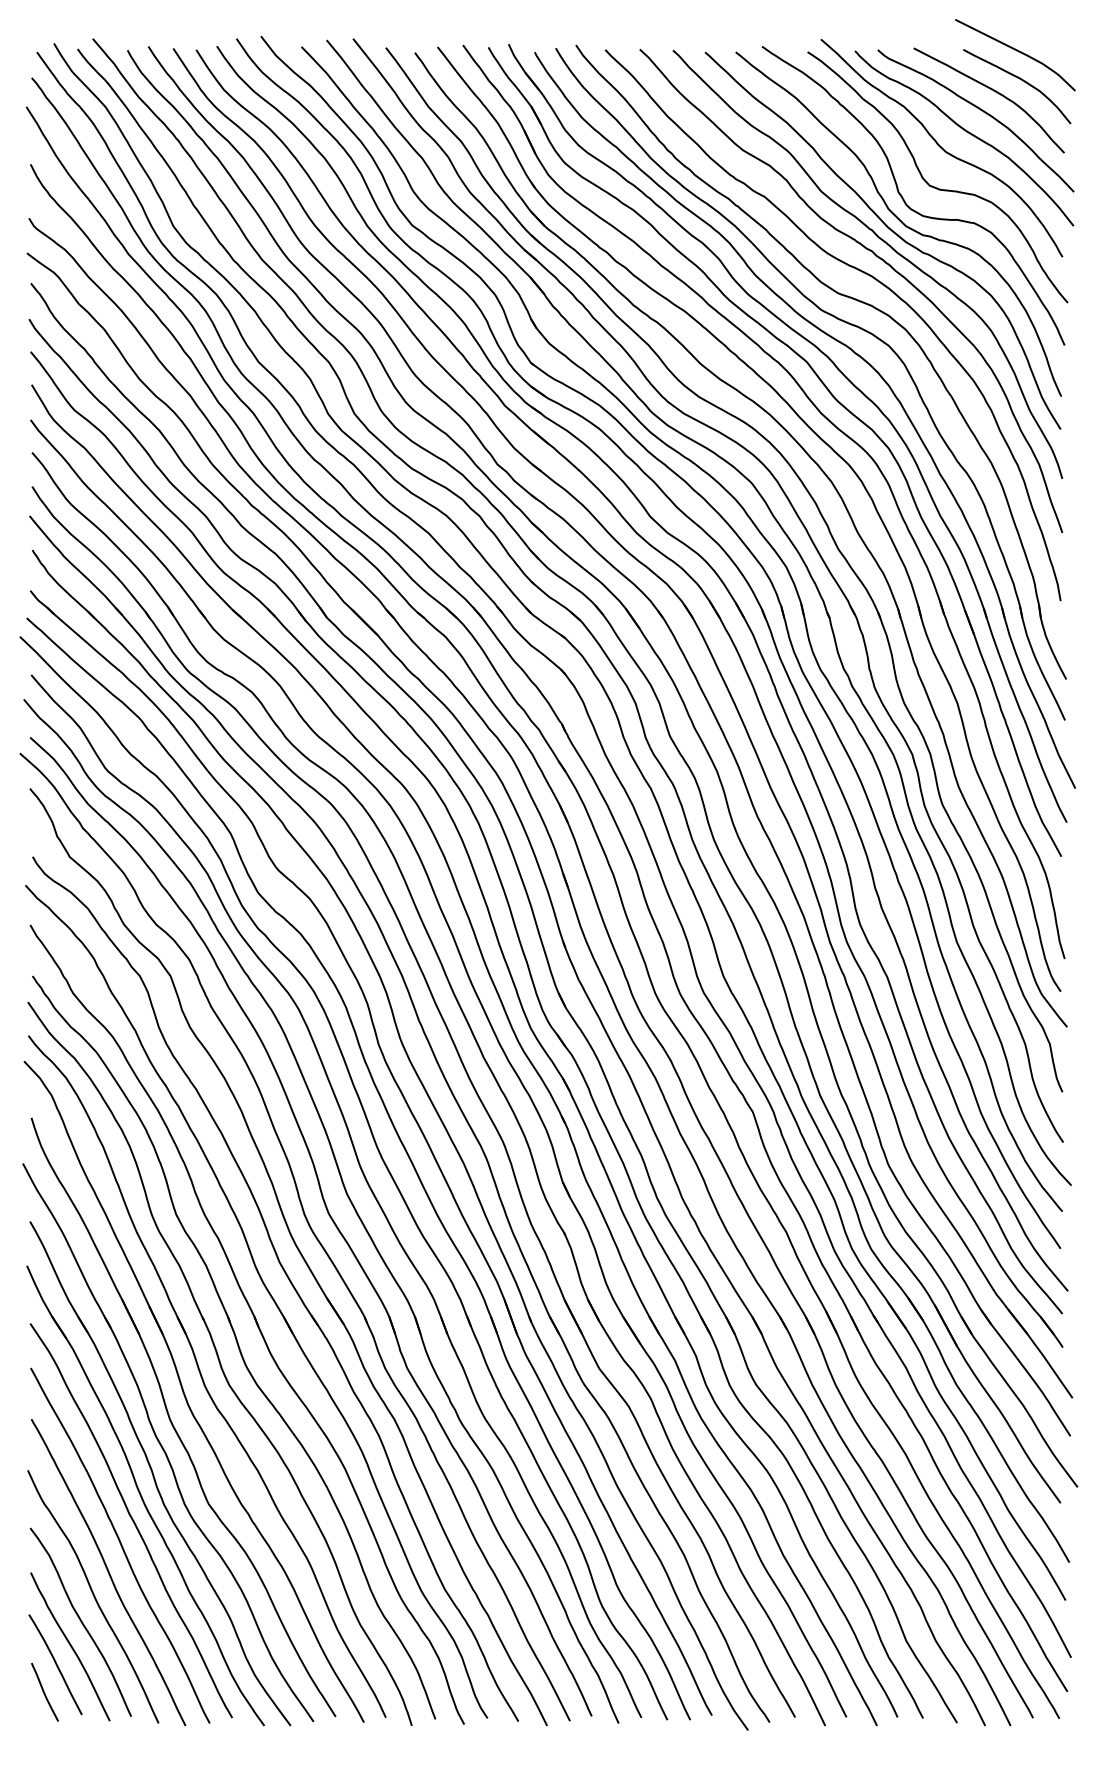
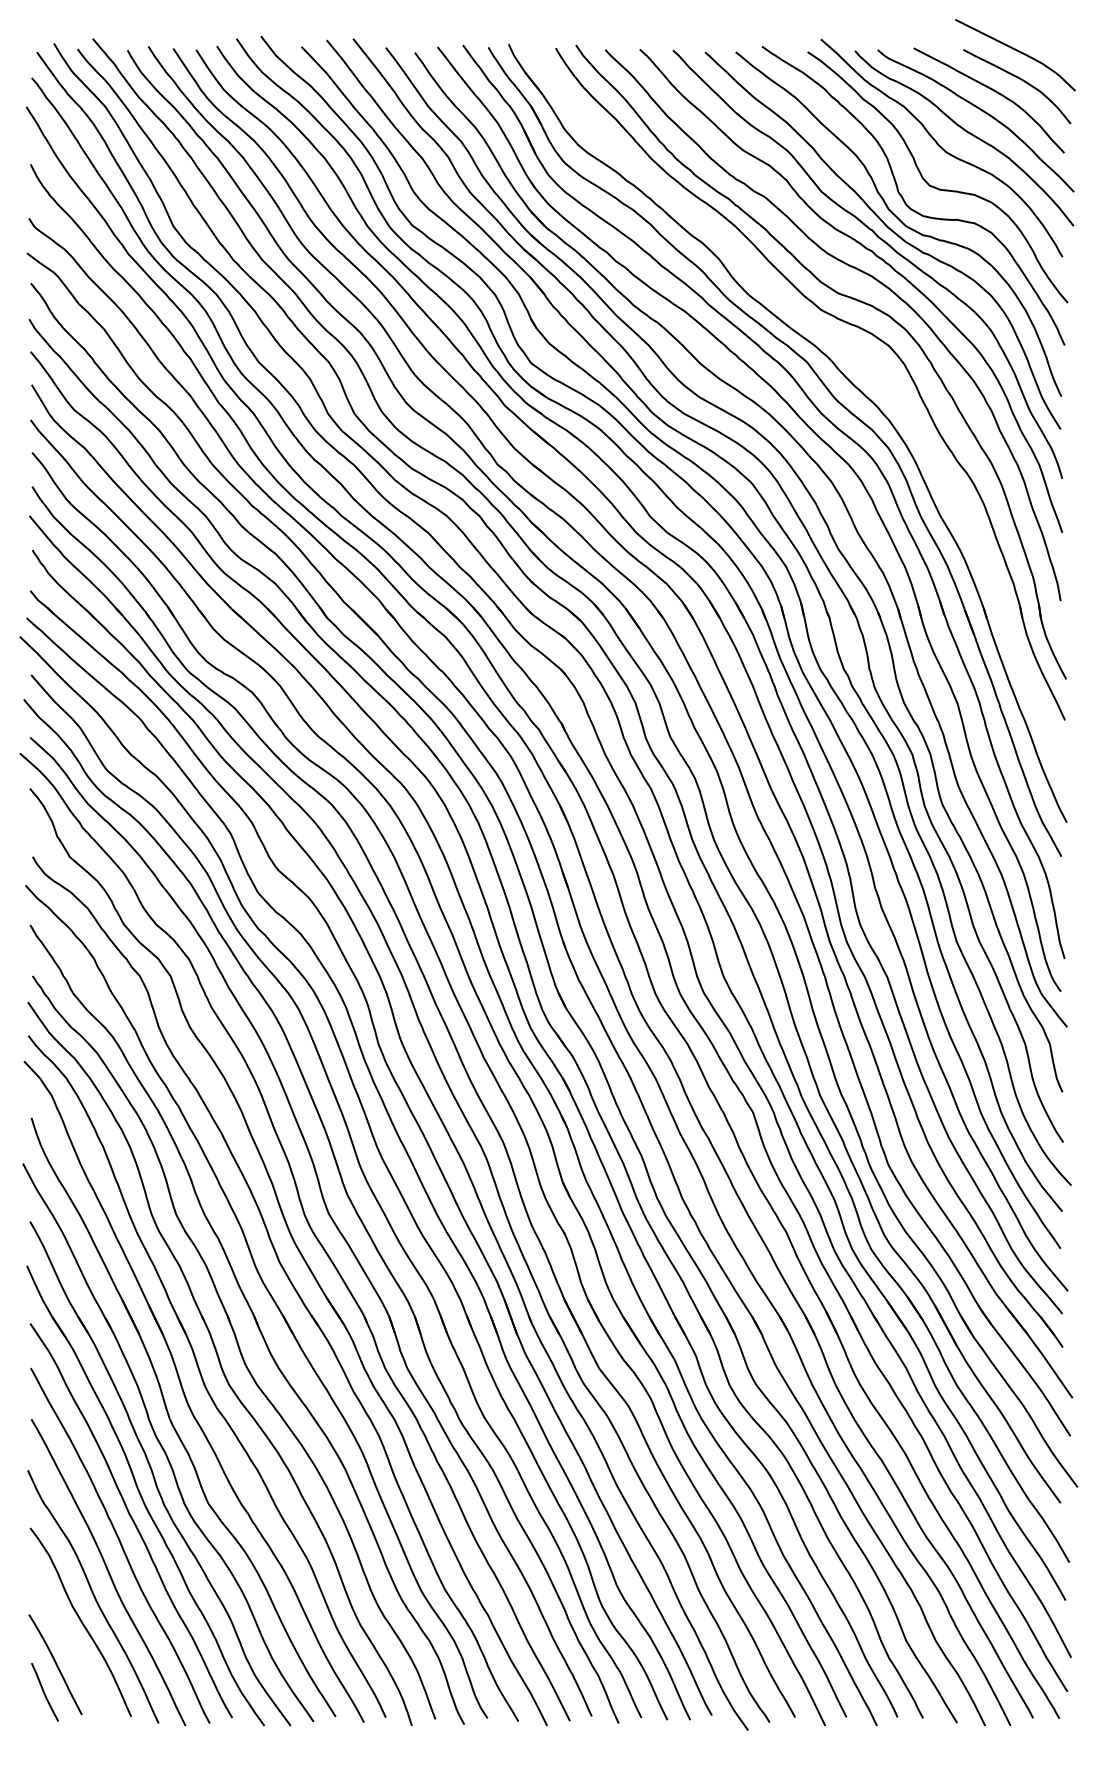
part at (856, 355): present -> none
curve at (70, 1646): present -> none
